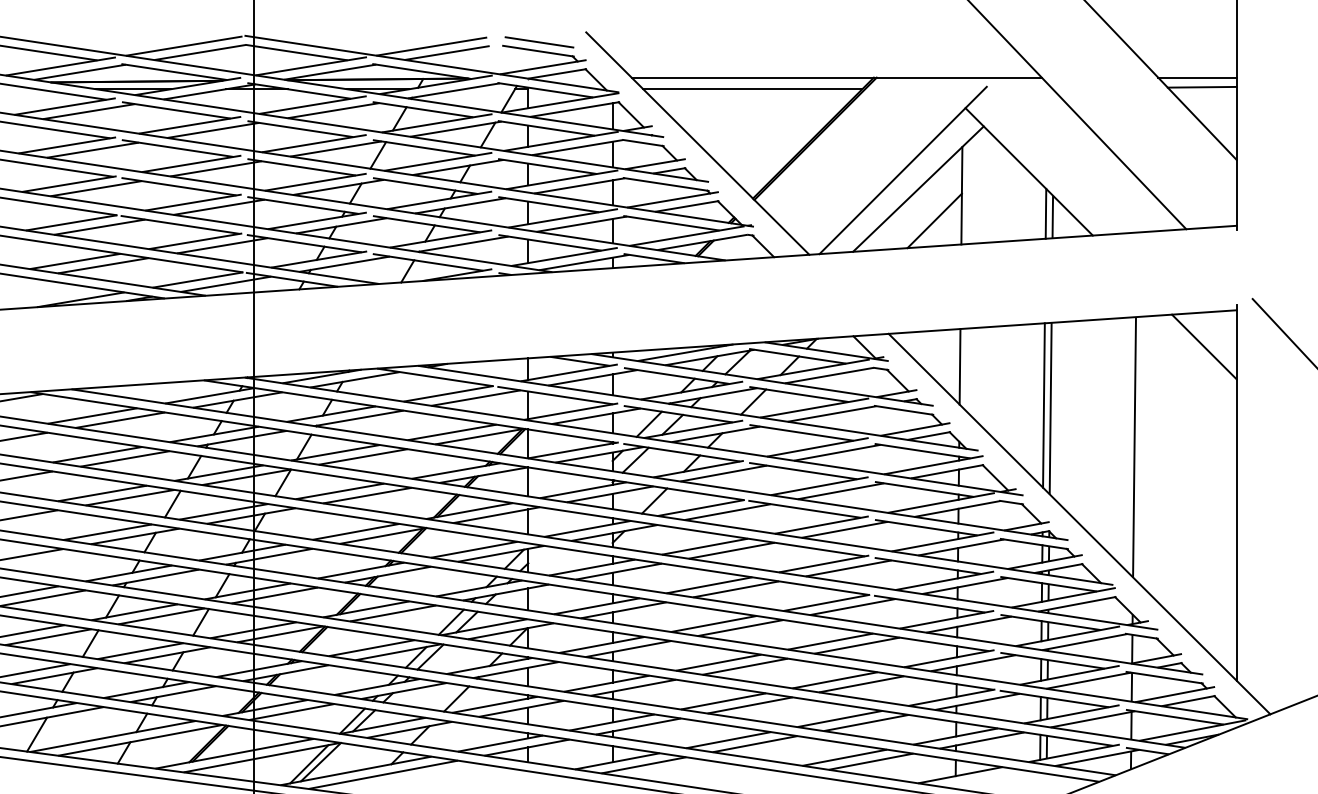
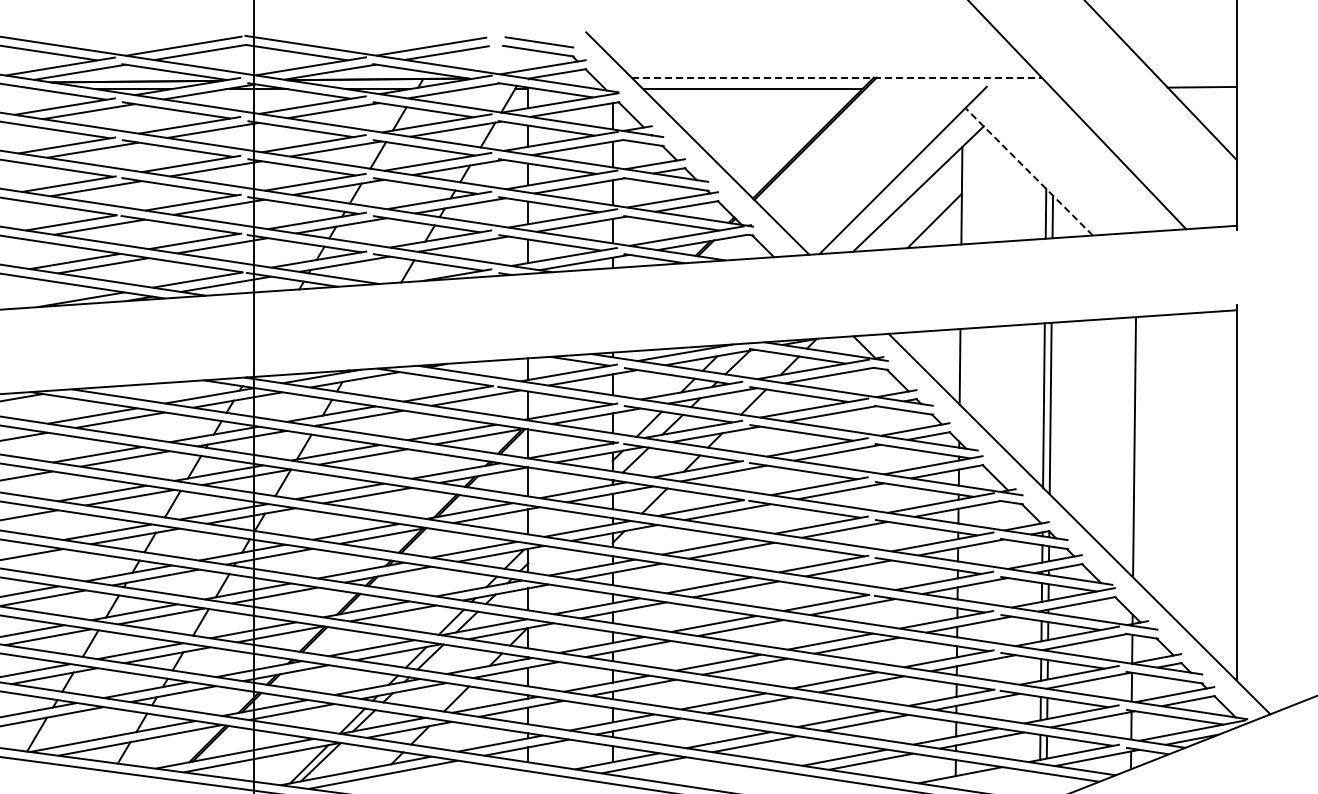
line at (837, 77): solid -> dashed
line at (1197, 77): present -> none
line at (1028, 171): solid -> dashed
line at (1283, 332): present -> none
line at (1204, 346): present -> none
